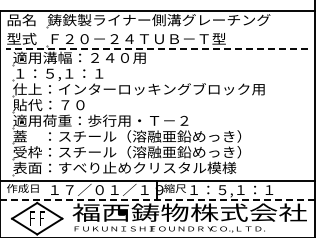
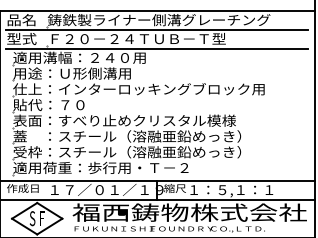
line at (157, 30): none -> present
line at (157, 48): dashed -> solid
text at (71, 73): １：５,１：１ -> 用途：Ｕ形側溝用
text at (124, 120): 適用荷重：歩行用・Ｔ－２ -> 表面：すべり止めクリスタル模様
text at (124, 167): 表面：すべり止めクリスタル模様 -> 適用荷重：歩行用・Ｔ－２
line at (156, 199): dashed -> solid
text at (32, 218): F -> S
